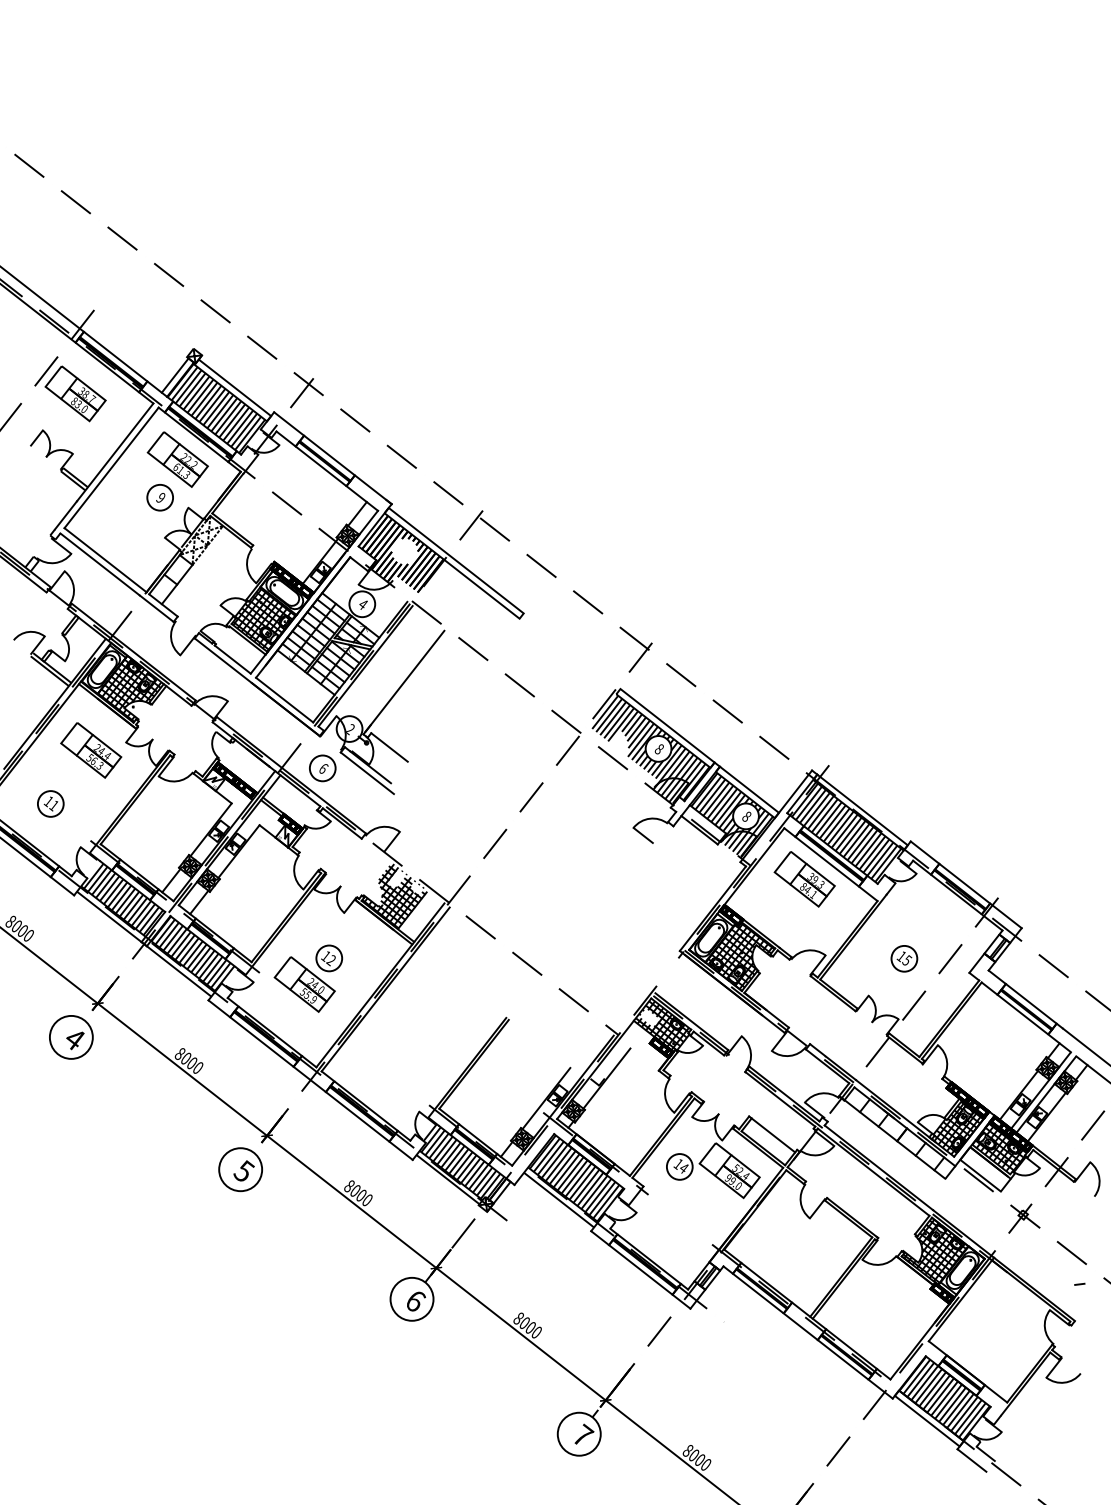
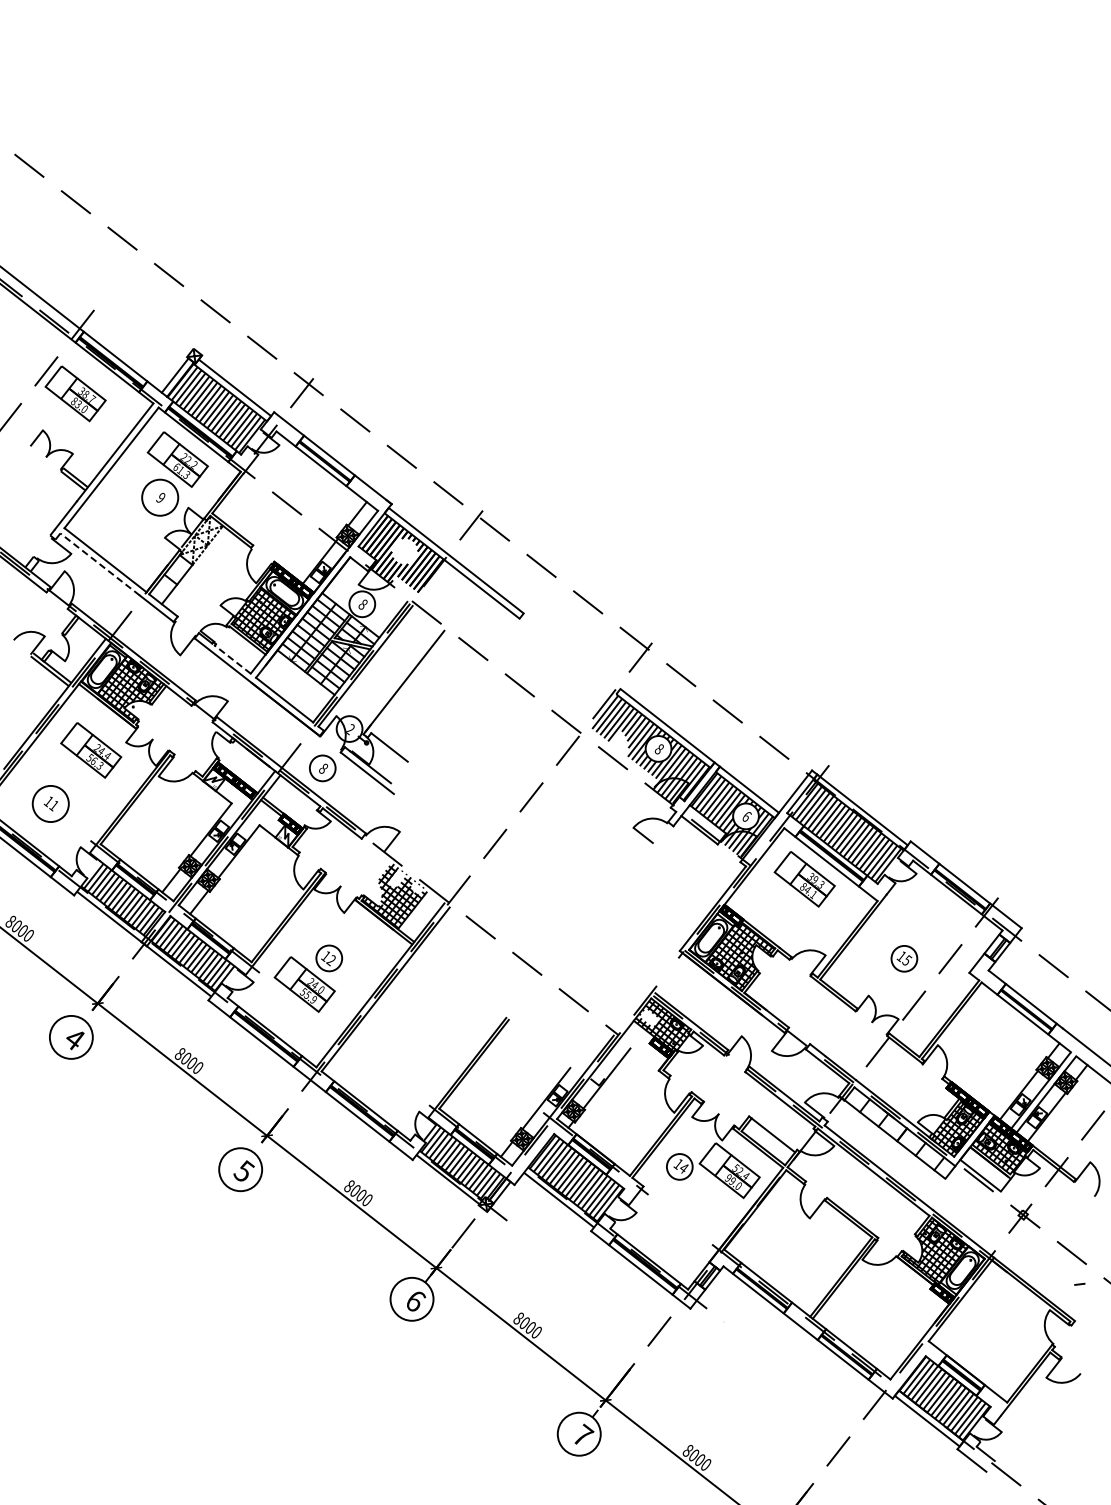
circle at (160, 497) diameter: 26 px -> 36 px
line at (99, 564): solid -> dashed
text at (362, 604): 4 -> 8
line at (232, 659): solid -> dashed
text at (323, 768): 6 -> 8
circle at (50, 803) diameter: 26 px -> 36 px
text at (746, 816): 8 -> 6
